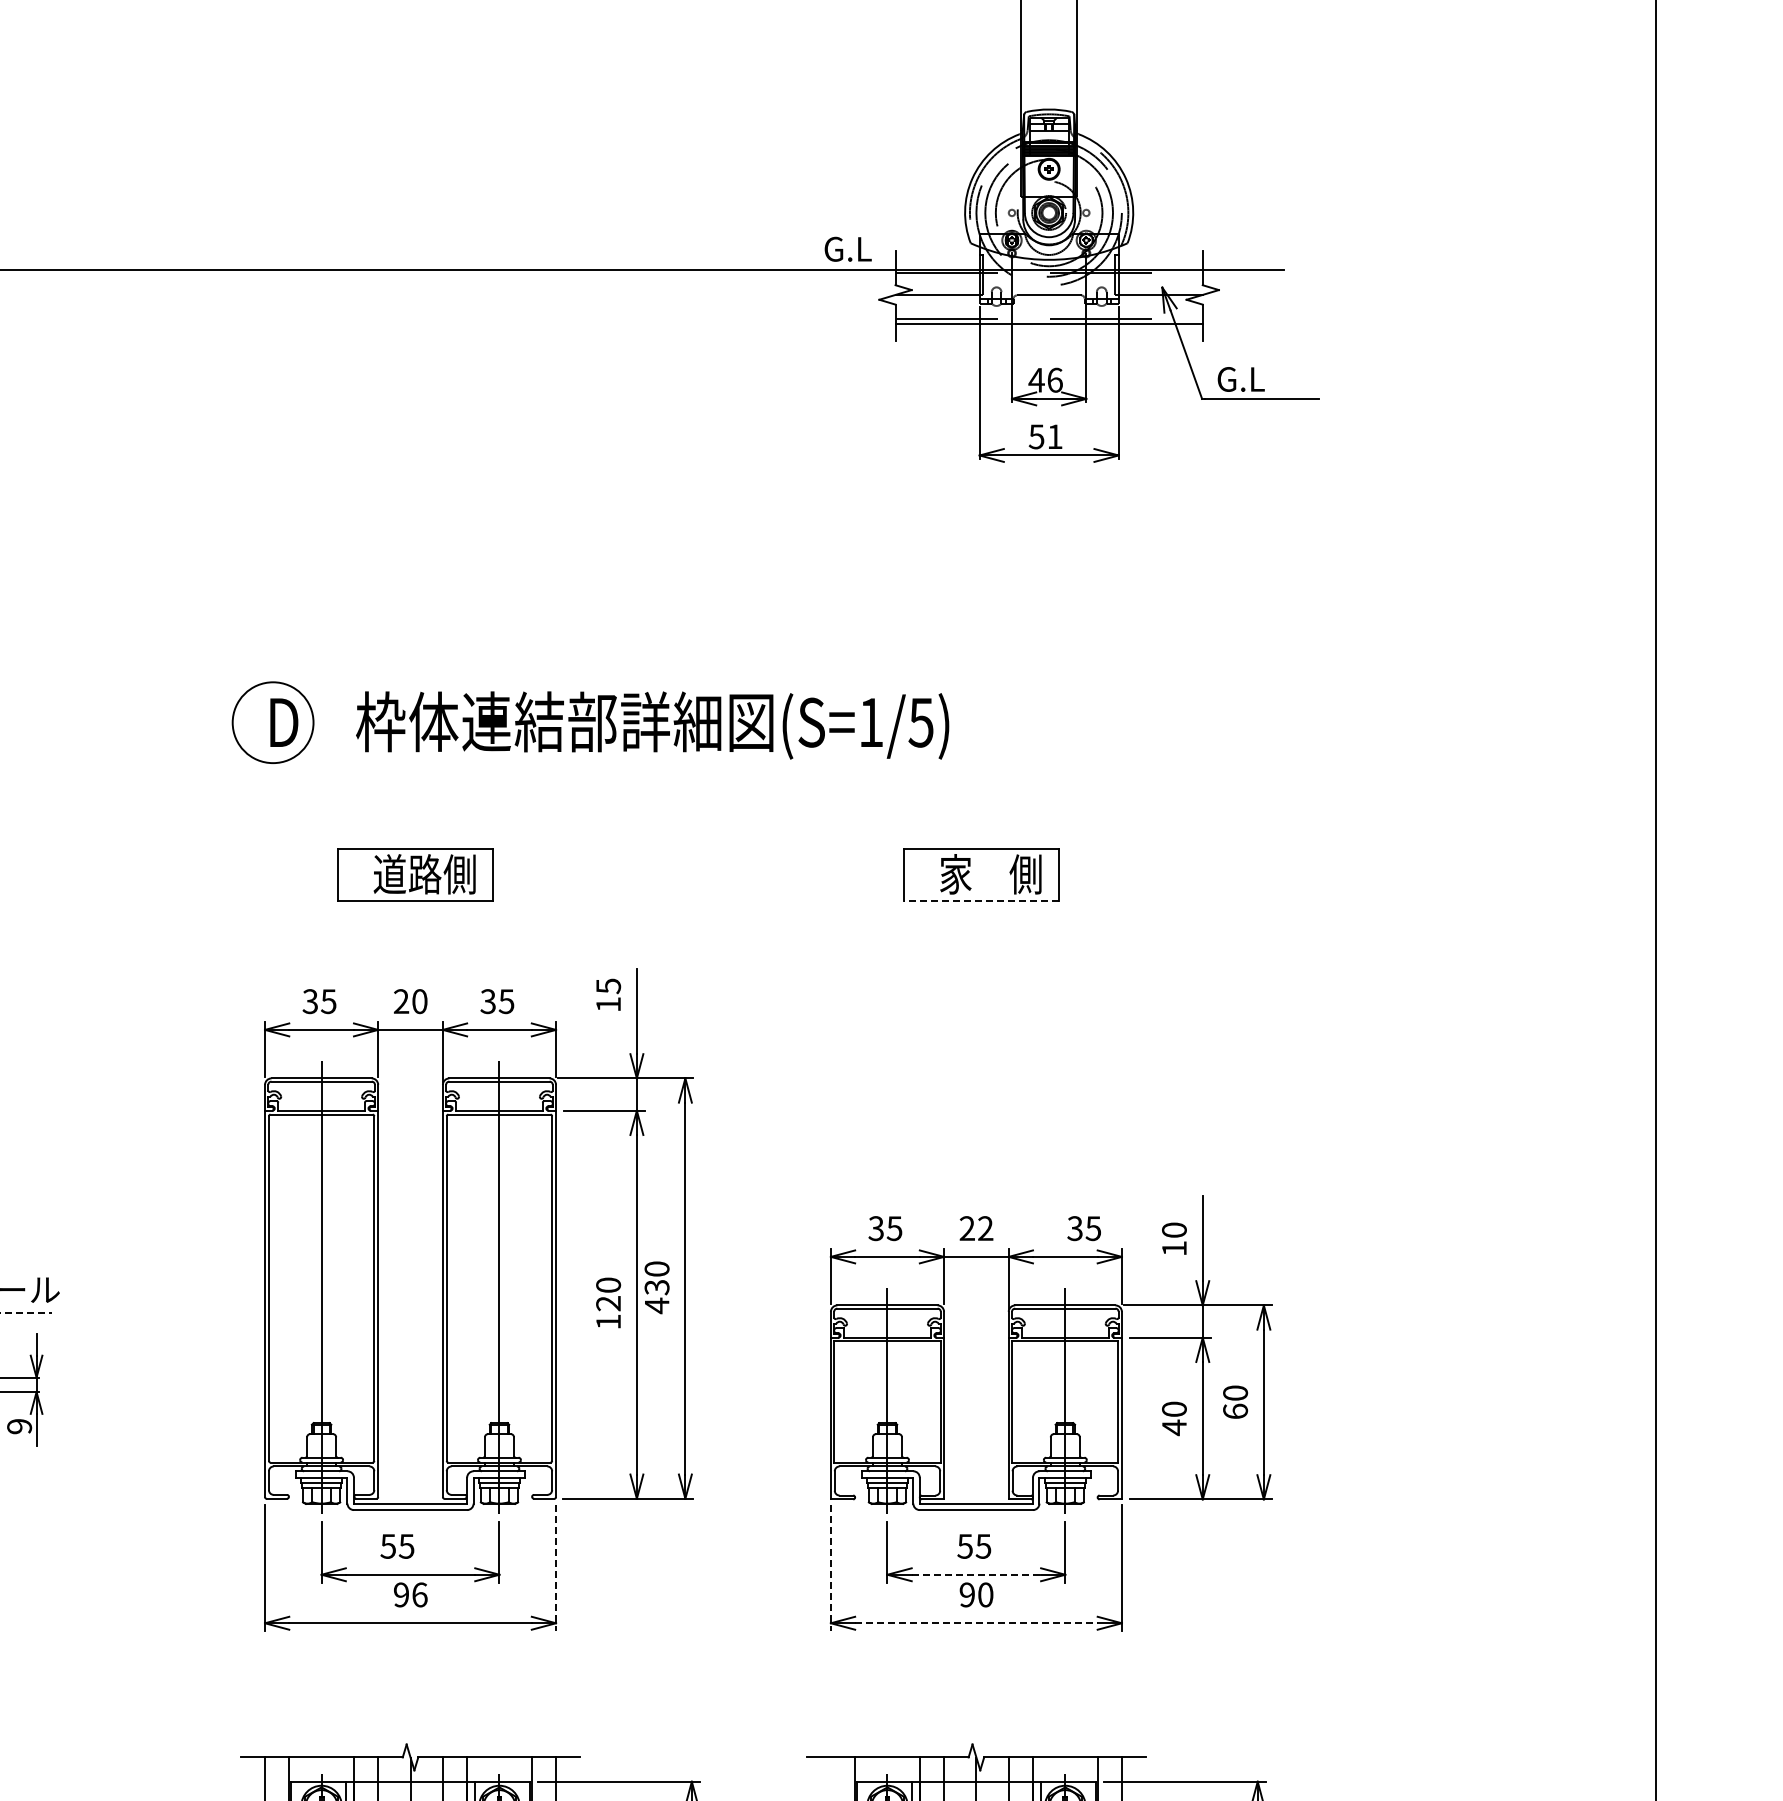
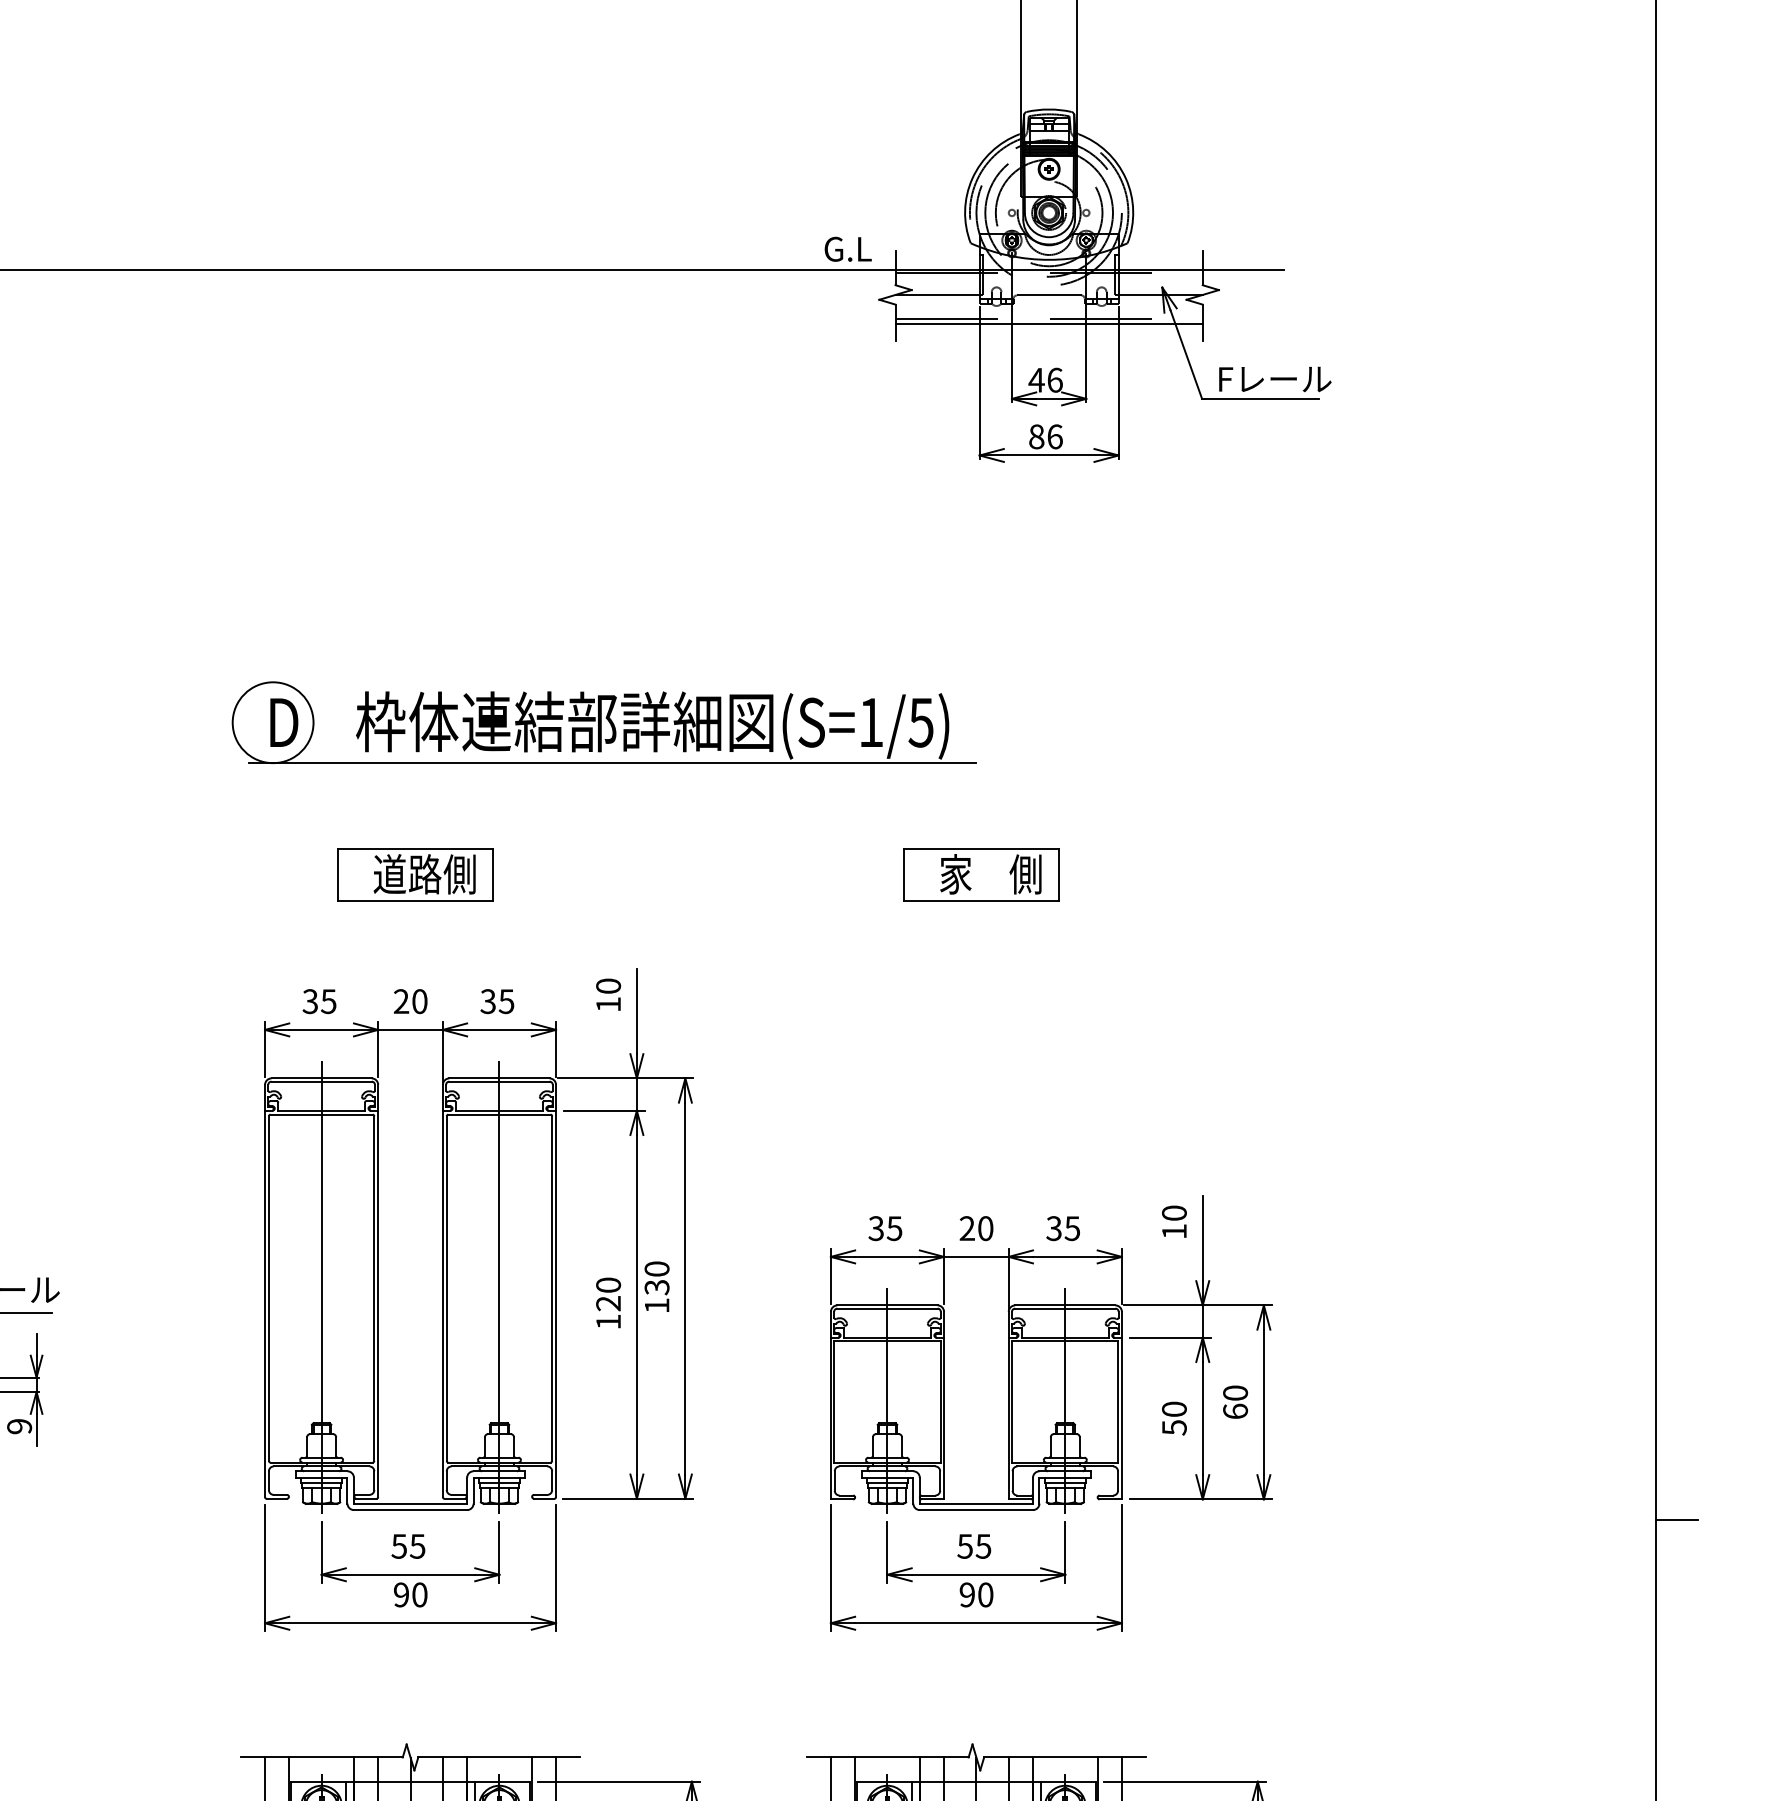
text at (1274, 379): G.L -> Fレール
text at (1045, 436): 51 -> 86
line at (612, 763): none -> present
line at (981, 900): dashed -> solid
text at (608, 986): 15 -> 10
text at (985, 1228): 22 -> 20
text at (1083, 1228) position: (1083, 1228) -> (1062, 1228)
text at (1174, 1238) position: (1174, 1238) -> (1174, 1221)
text at (657, 1305): 430 -> 130
line at (26, 1312): dashed -> solid
text at (1174, 1427): 40 -> 50
line at (1676, 1520): none -> present
text at (397, 1546) position: (397, 1546) -> (408, 1546)
line at (556, 1568): dashed -> solid
line at (830, 1568): dashed -> solid
line at (976, 1574): dashed -> solid
text at (419, 1594): 96 -> 90
line at (976, 1623): dashed -> solid
line at (830, 1777): none -> present
